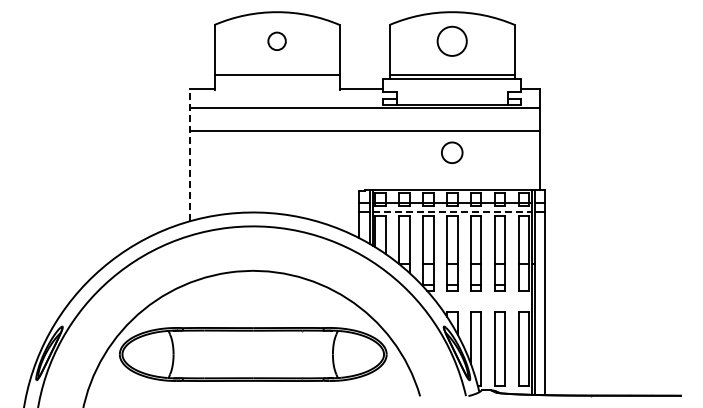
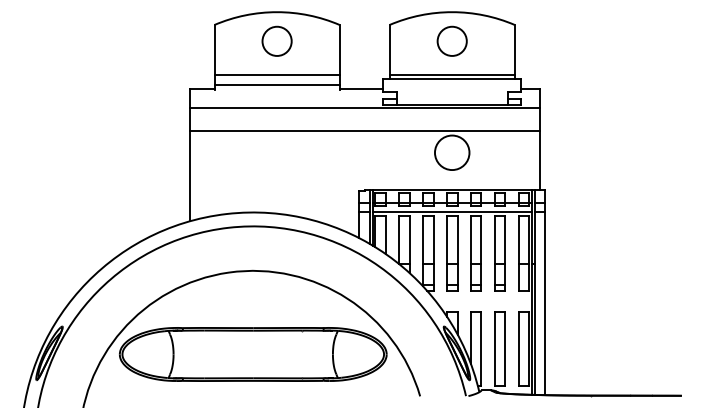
circle at (276, 41) diameter: 18 px -> 29 px
line at (276, 84): none -> present
circle at (451, 152) diameter: 21 px -> 34 px
line at (189, 154): dashed -> solid
line at (452, 211): dashed -> solid
